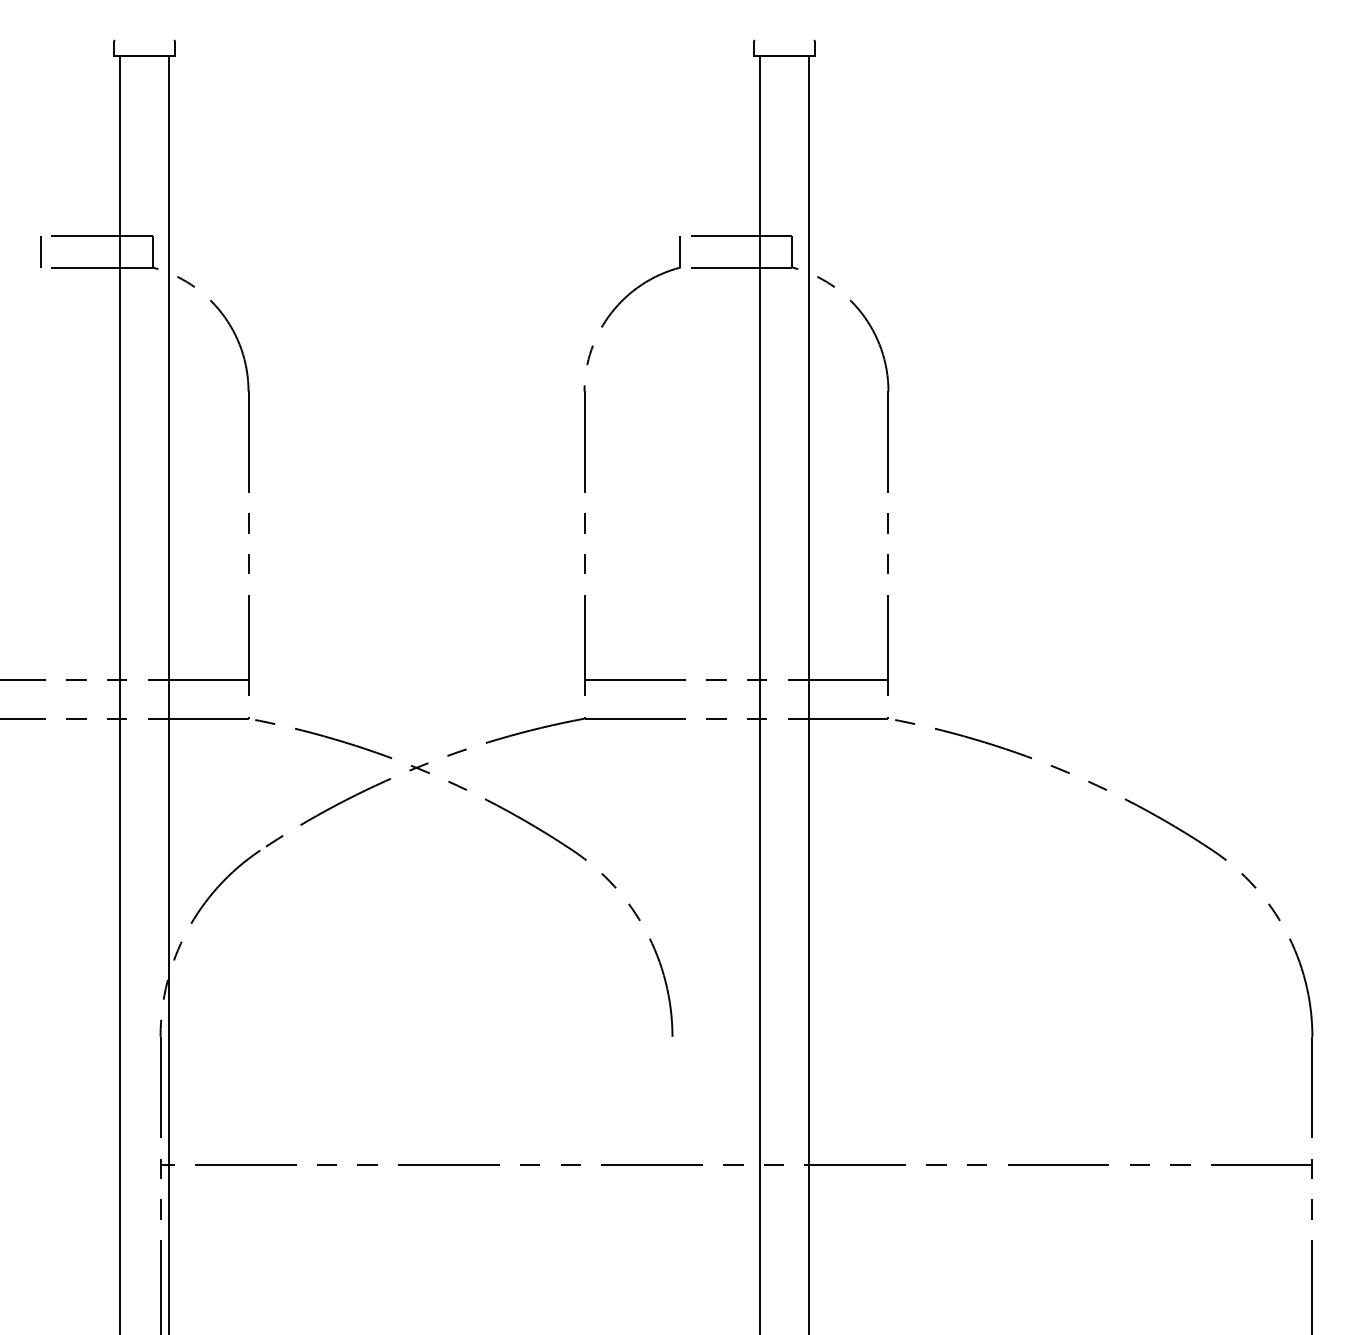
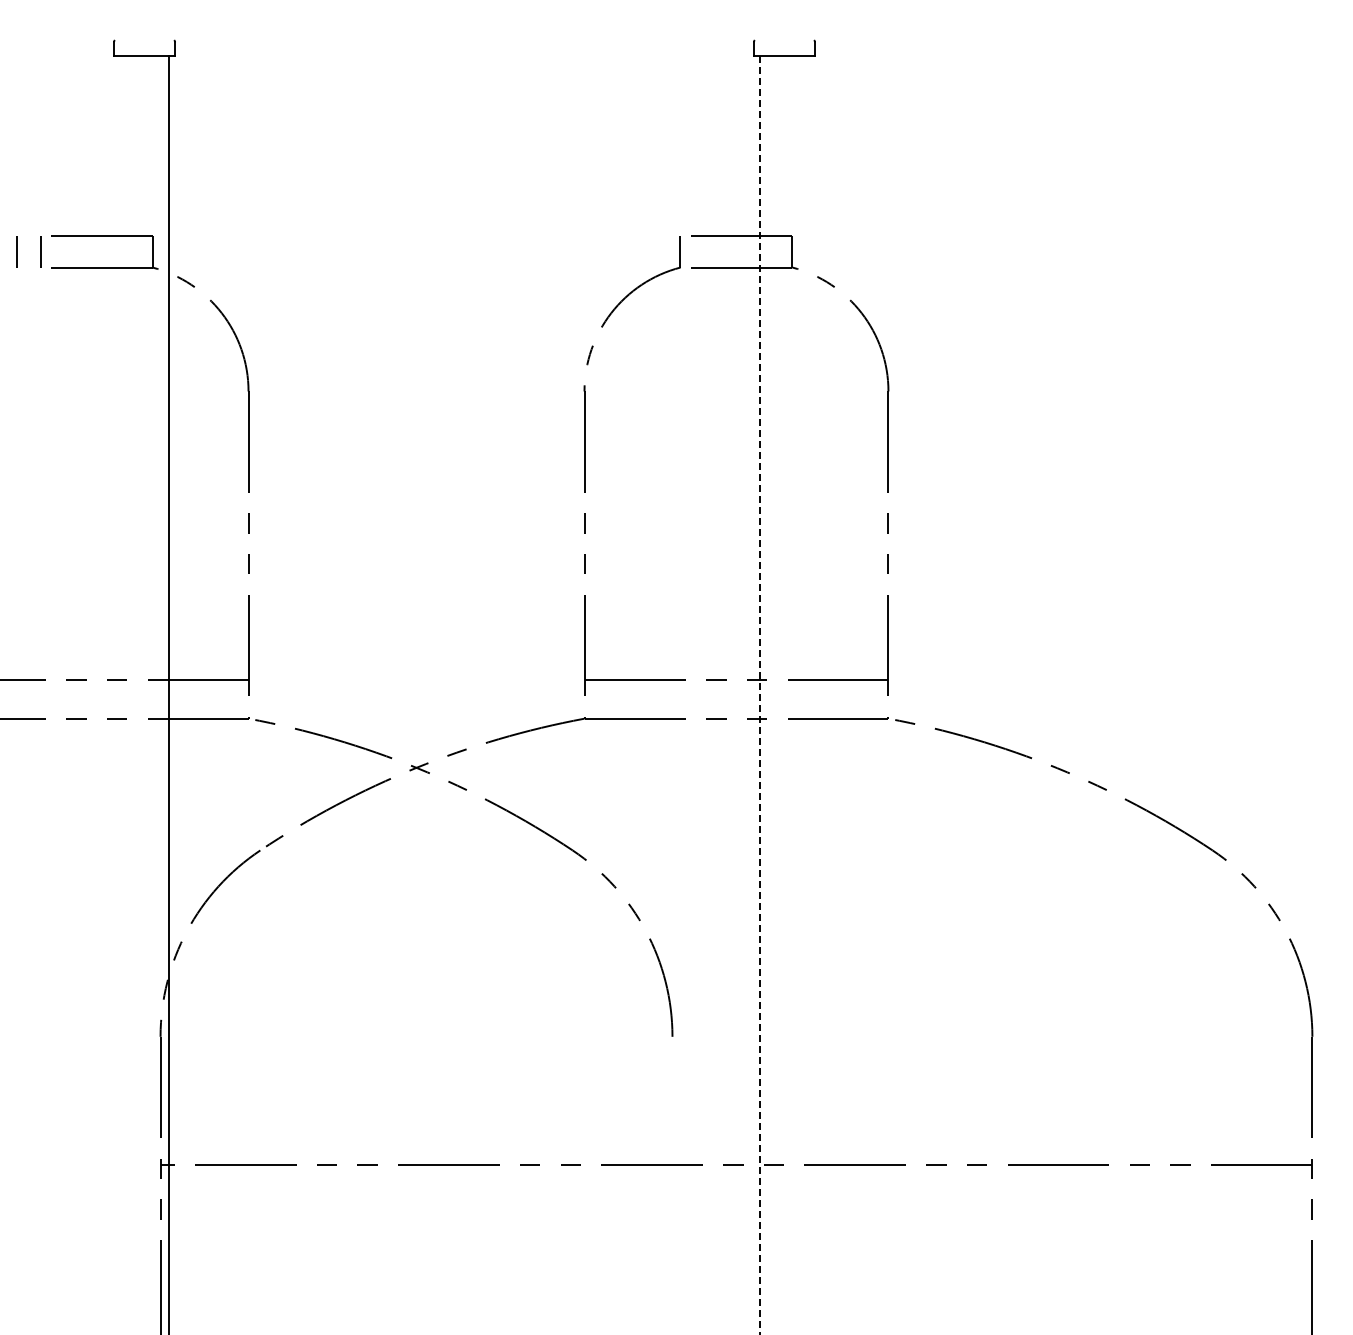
line at (16, 251): none -> present
line at (119, 693): present -> none
line at (809, 693): present -> none
line at (759, 695): solid -> dashed
